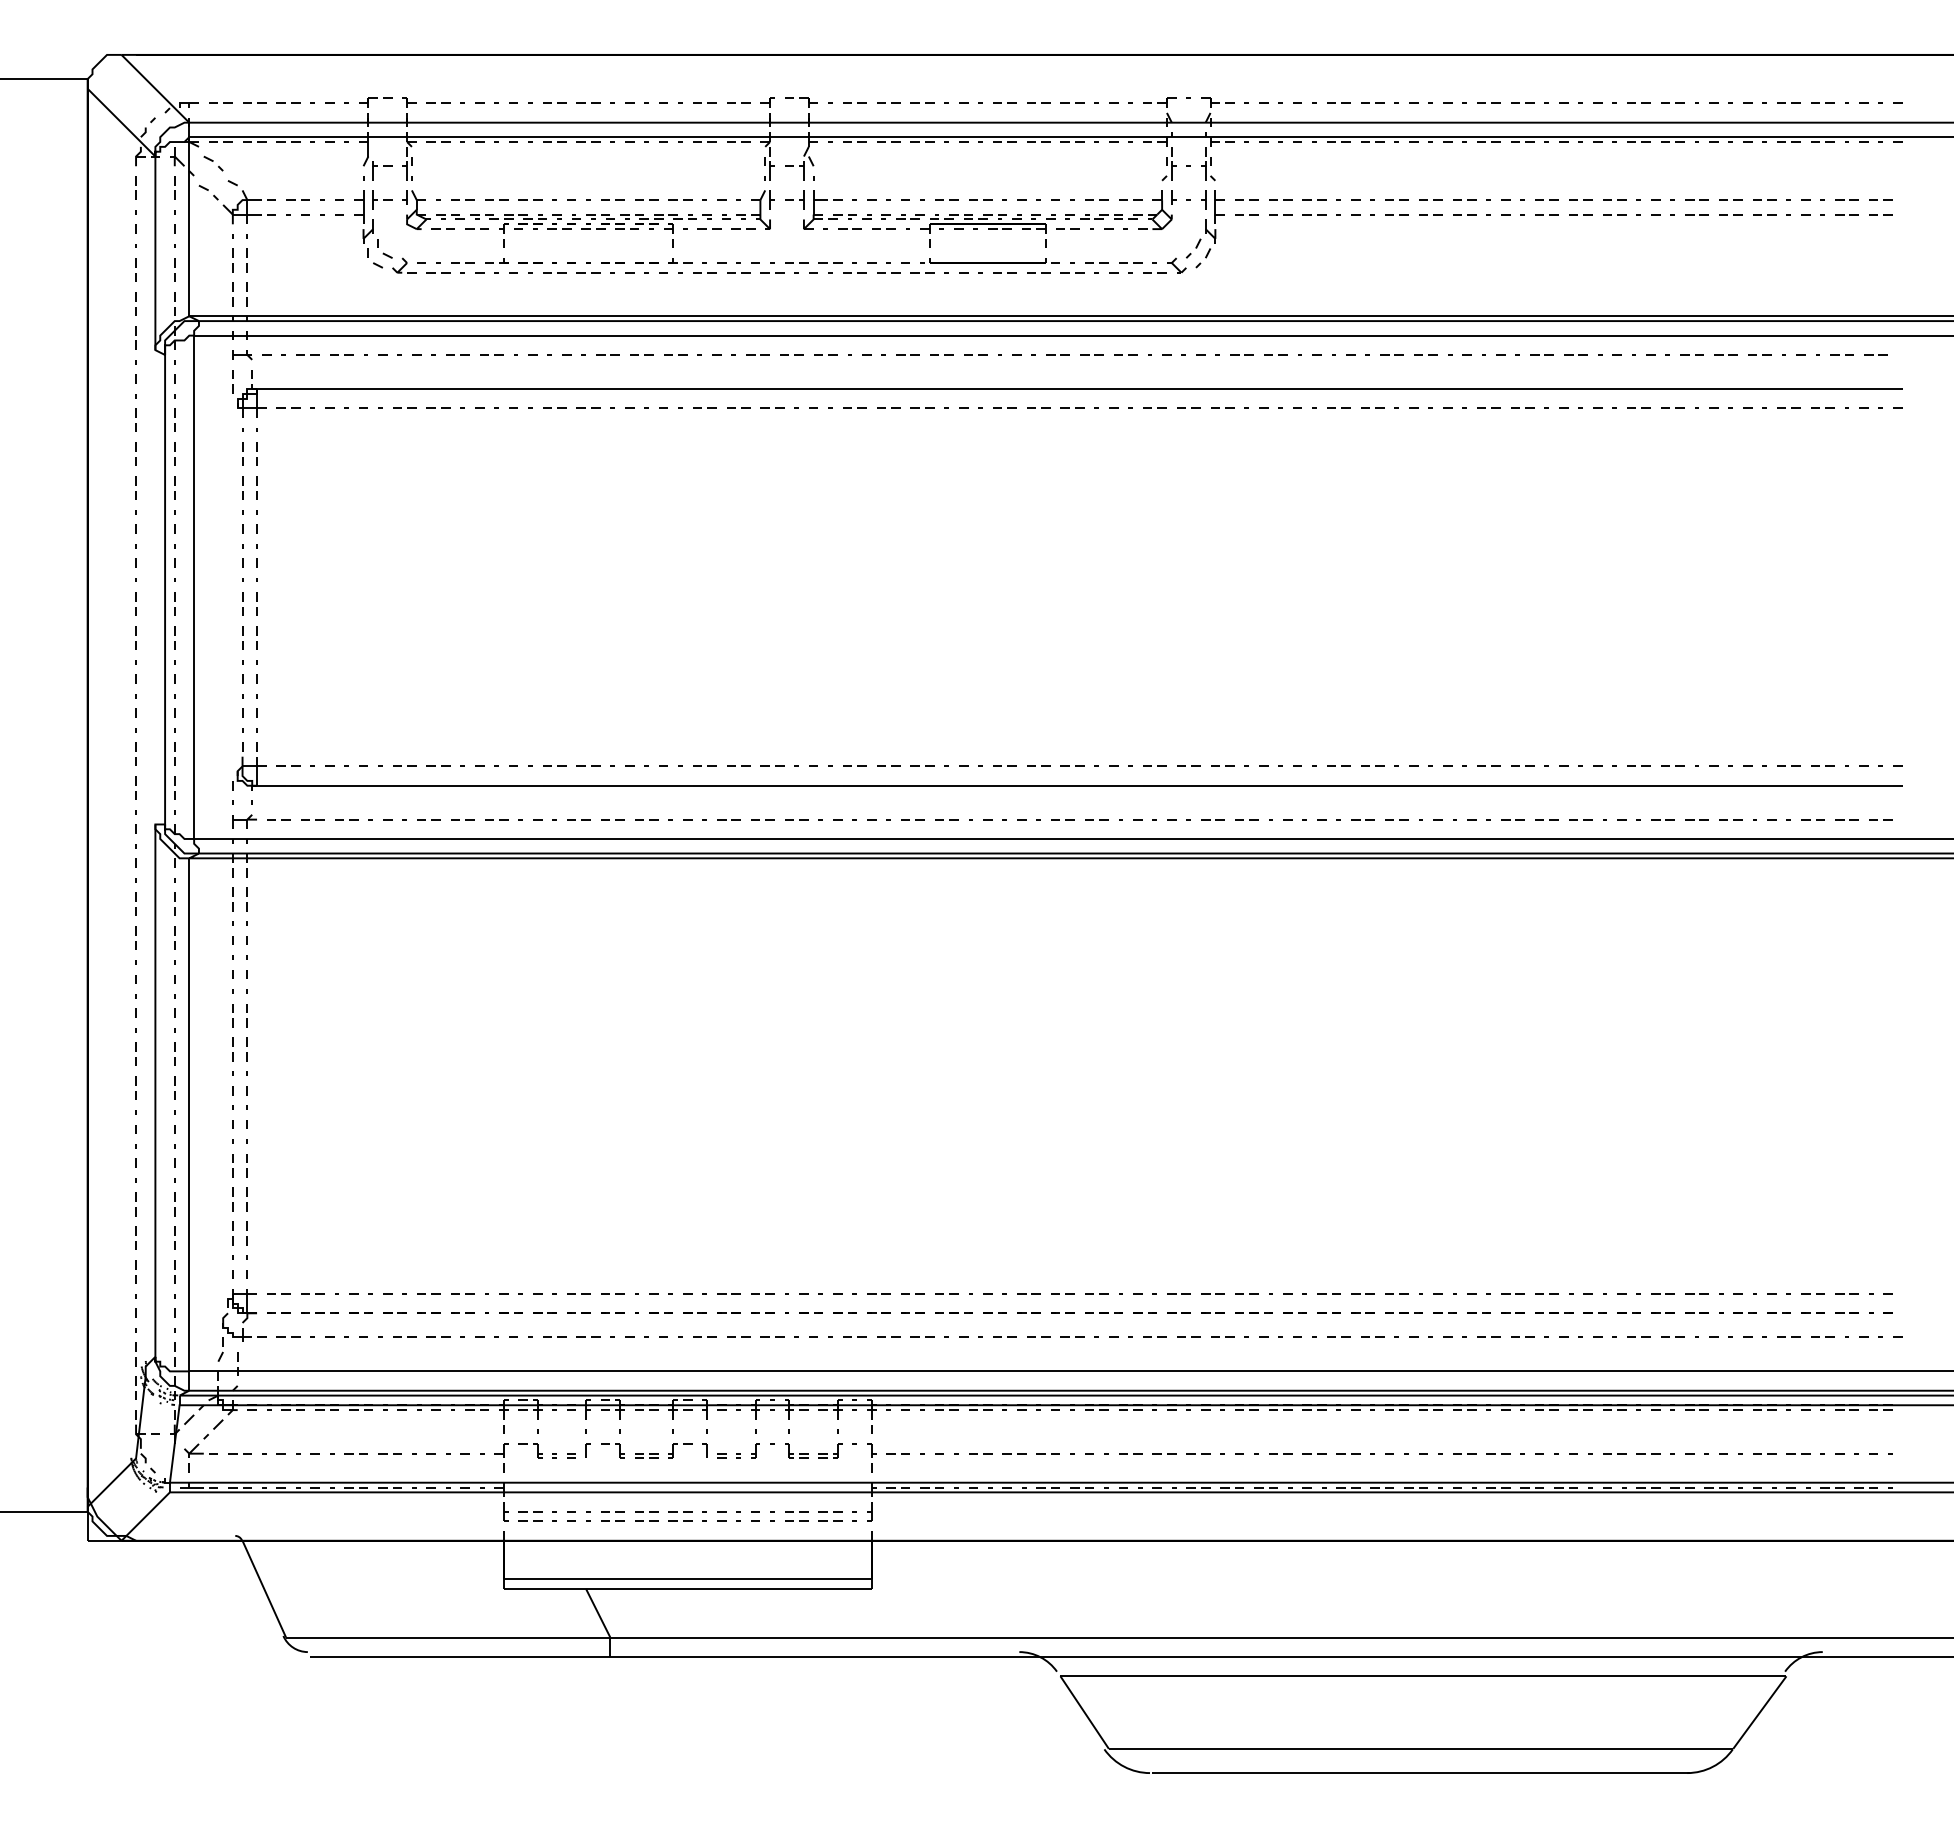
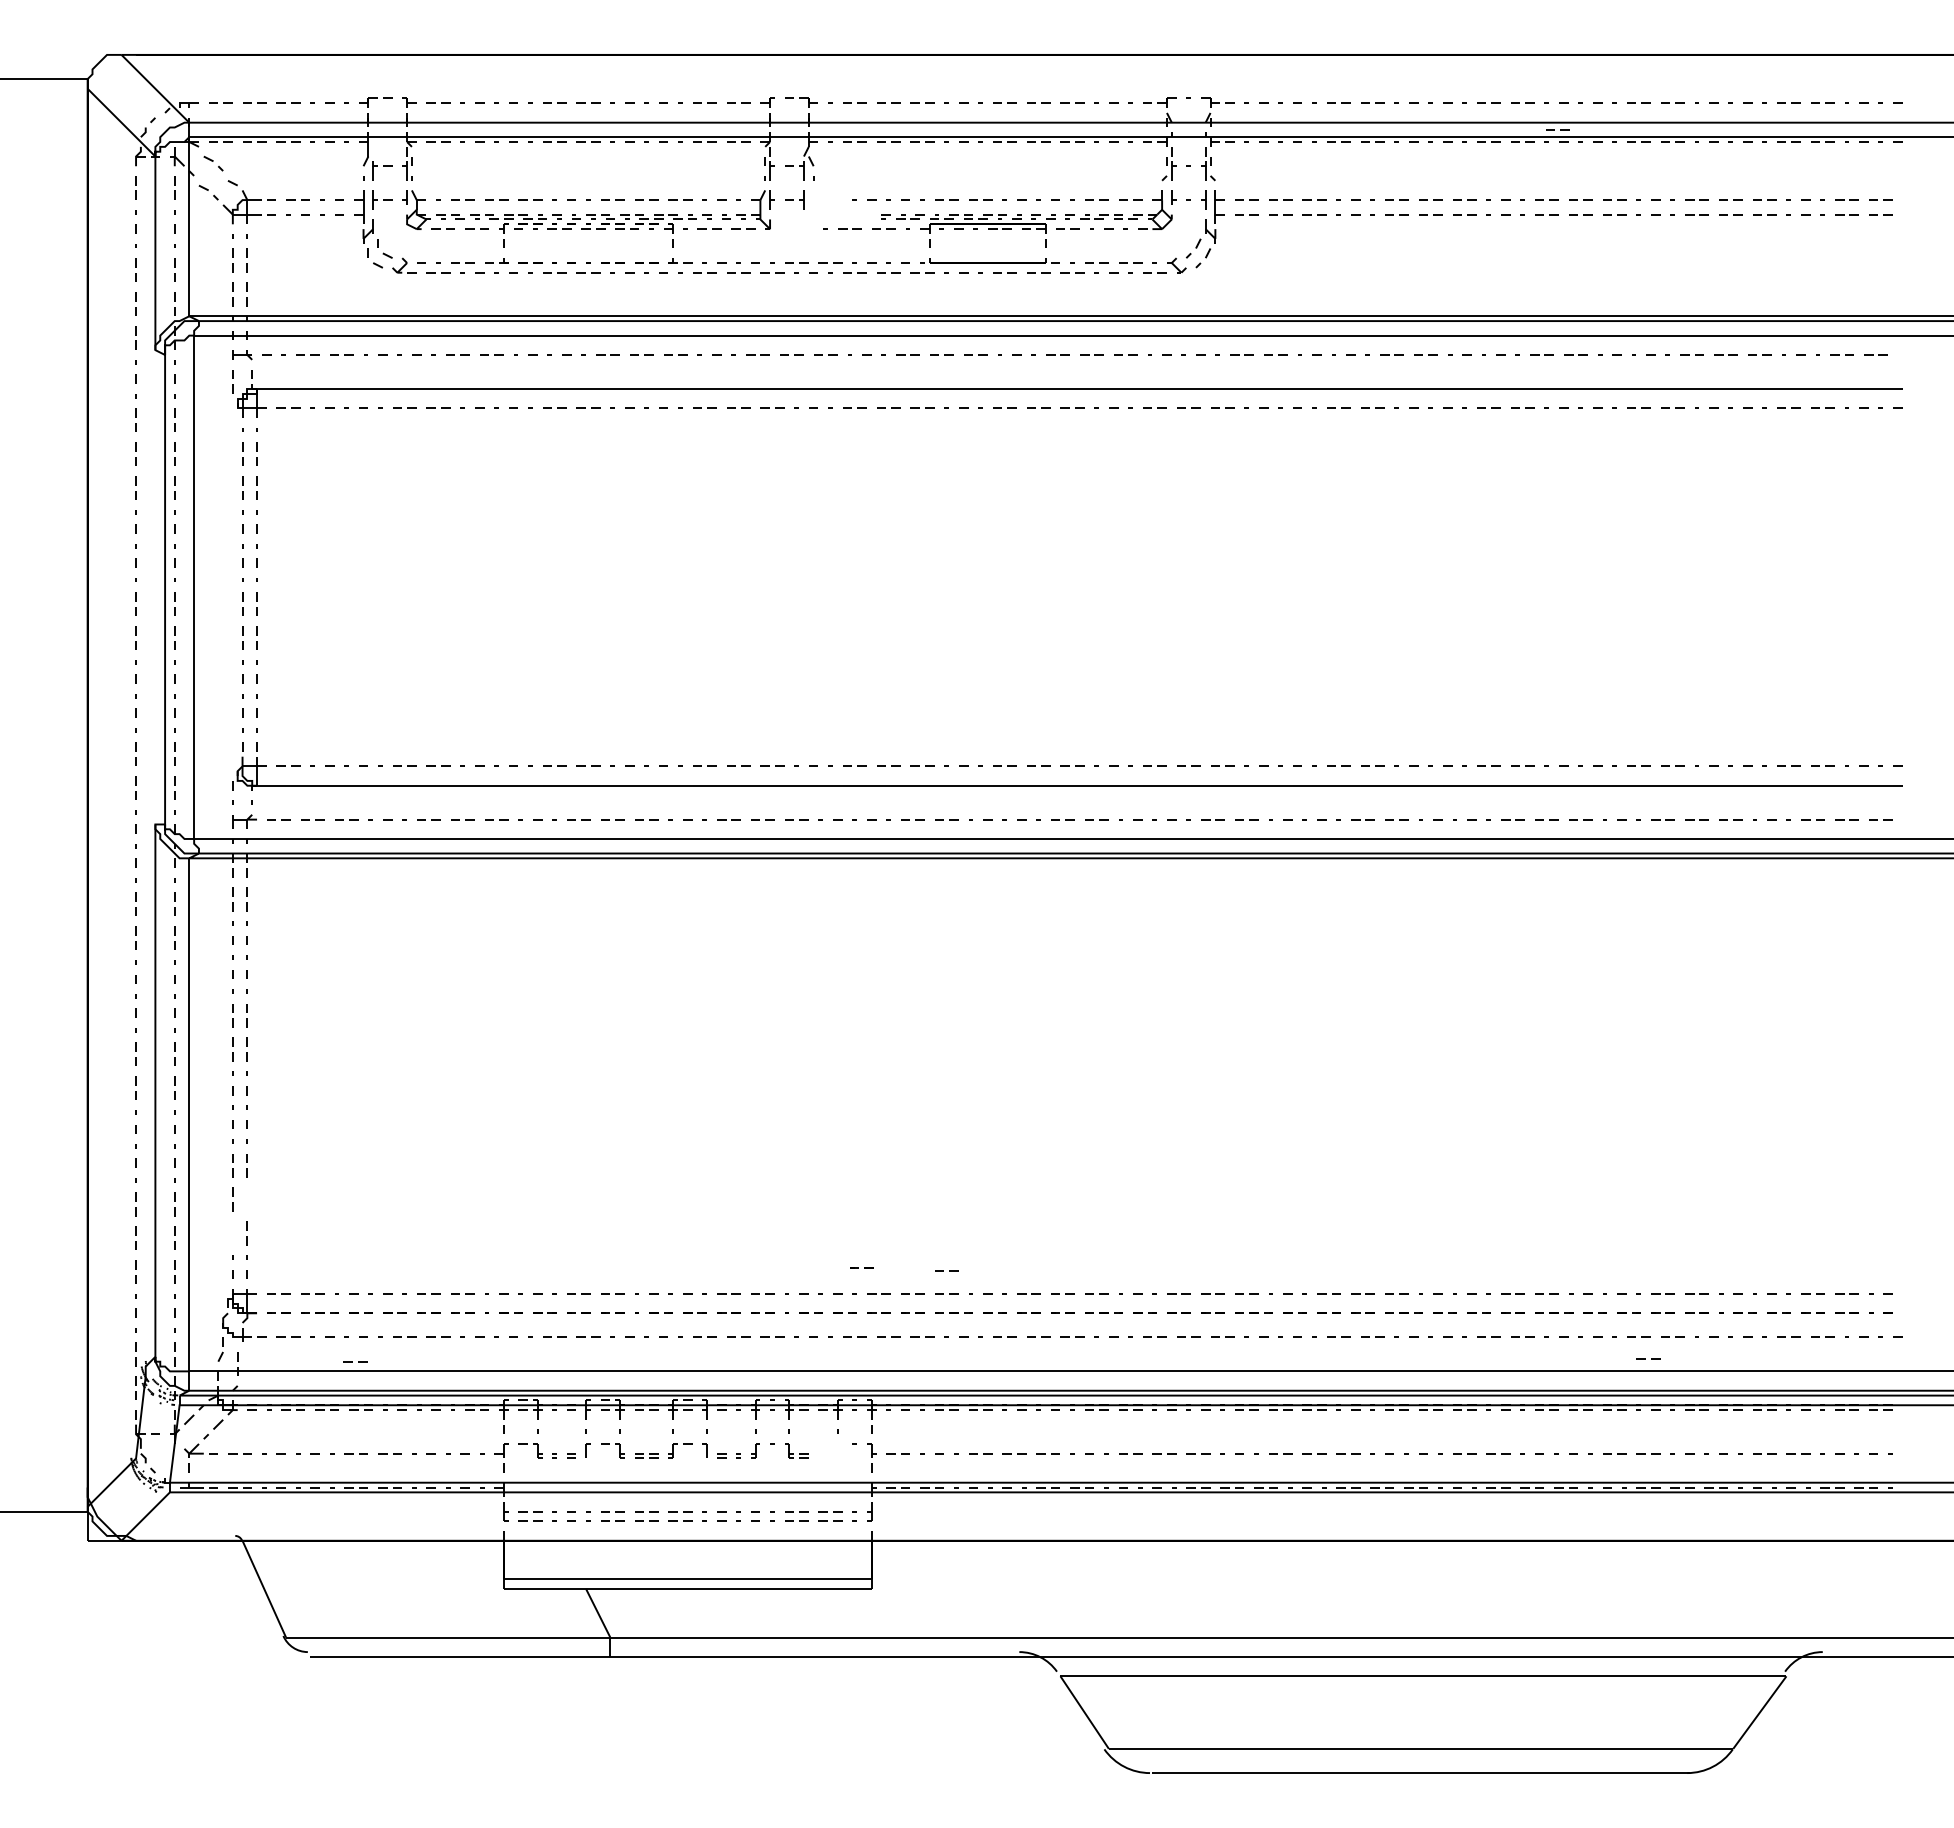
line at (1554, 129): none -> present
part at (837, 209): present -> none
line at (246, 1196): present -> none
line at (232, 1230): present -> none
line at (858, 1267): none -> present
line at (943, 1270): none -> present
line at (1645, 1358): none -> present
line at (352, 1361): none -> present
part at (830, 1450): present -> none
